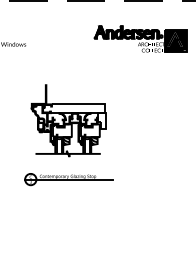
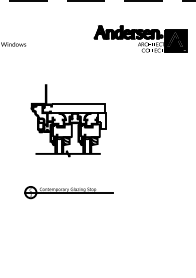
part at (68, 179) position: (68, 179) -> (68, 192)
